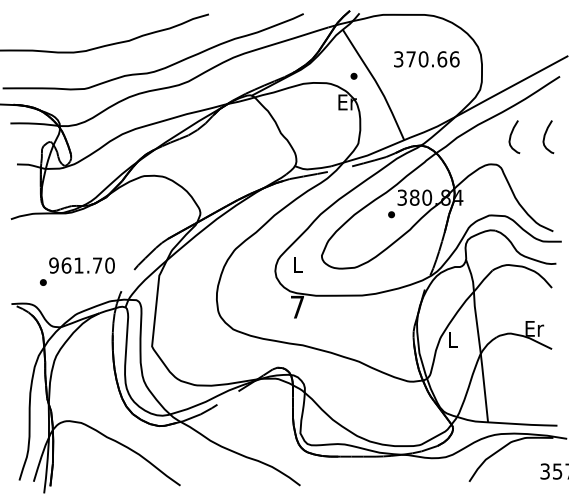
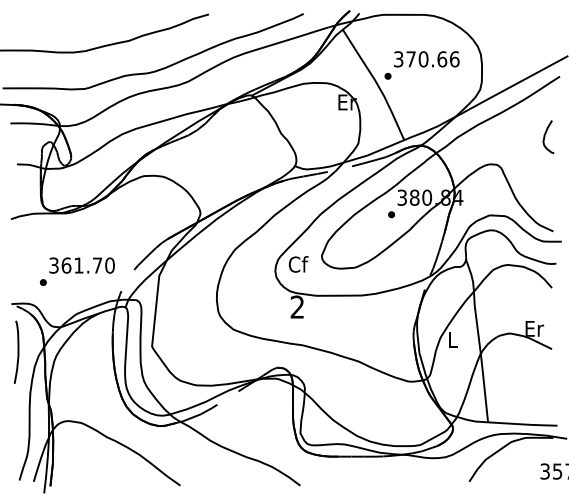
part at (353, 75) position: (353, 75) -> (387, 75)
curve at (511, 137): present -> none
text at (298, 264): L -> Cf
text at (53, 265): 961.70 -> 361.70
text at (297, 306): 7 -> 2
curve at (17, 351): none -> present
